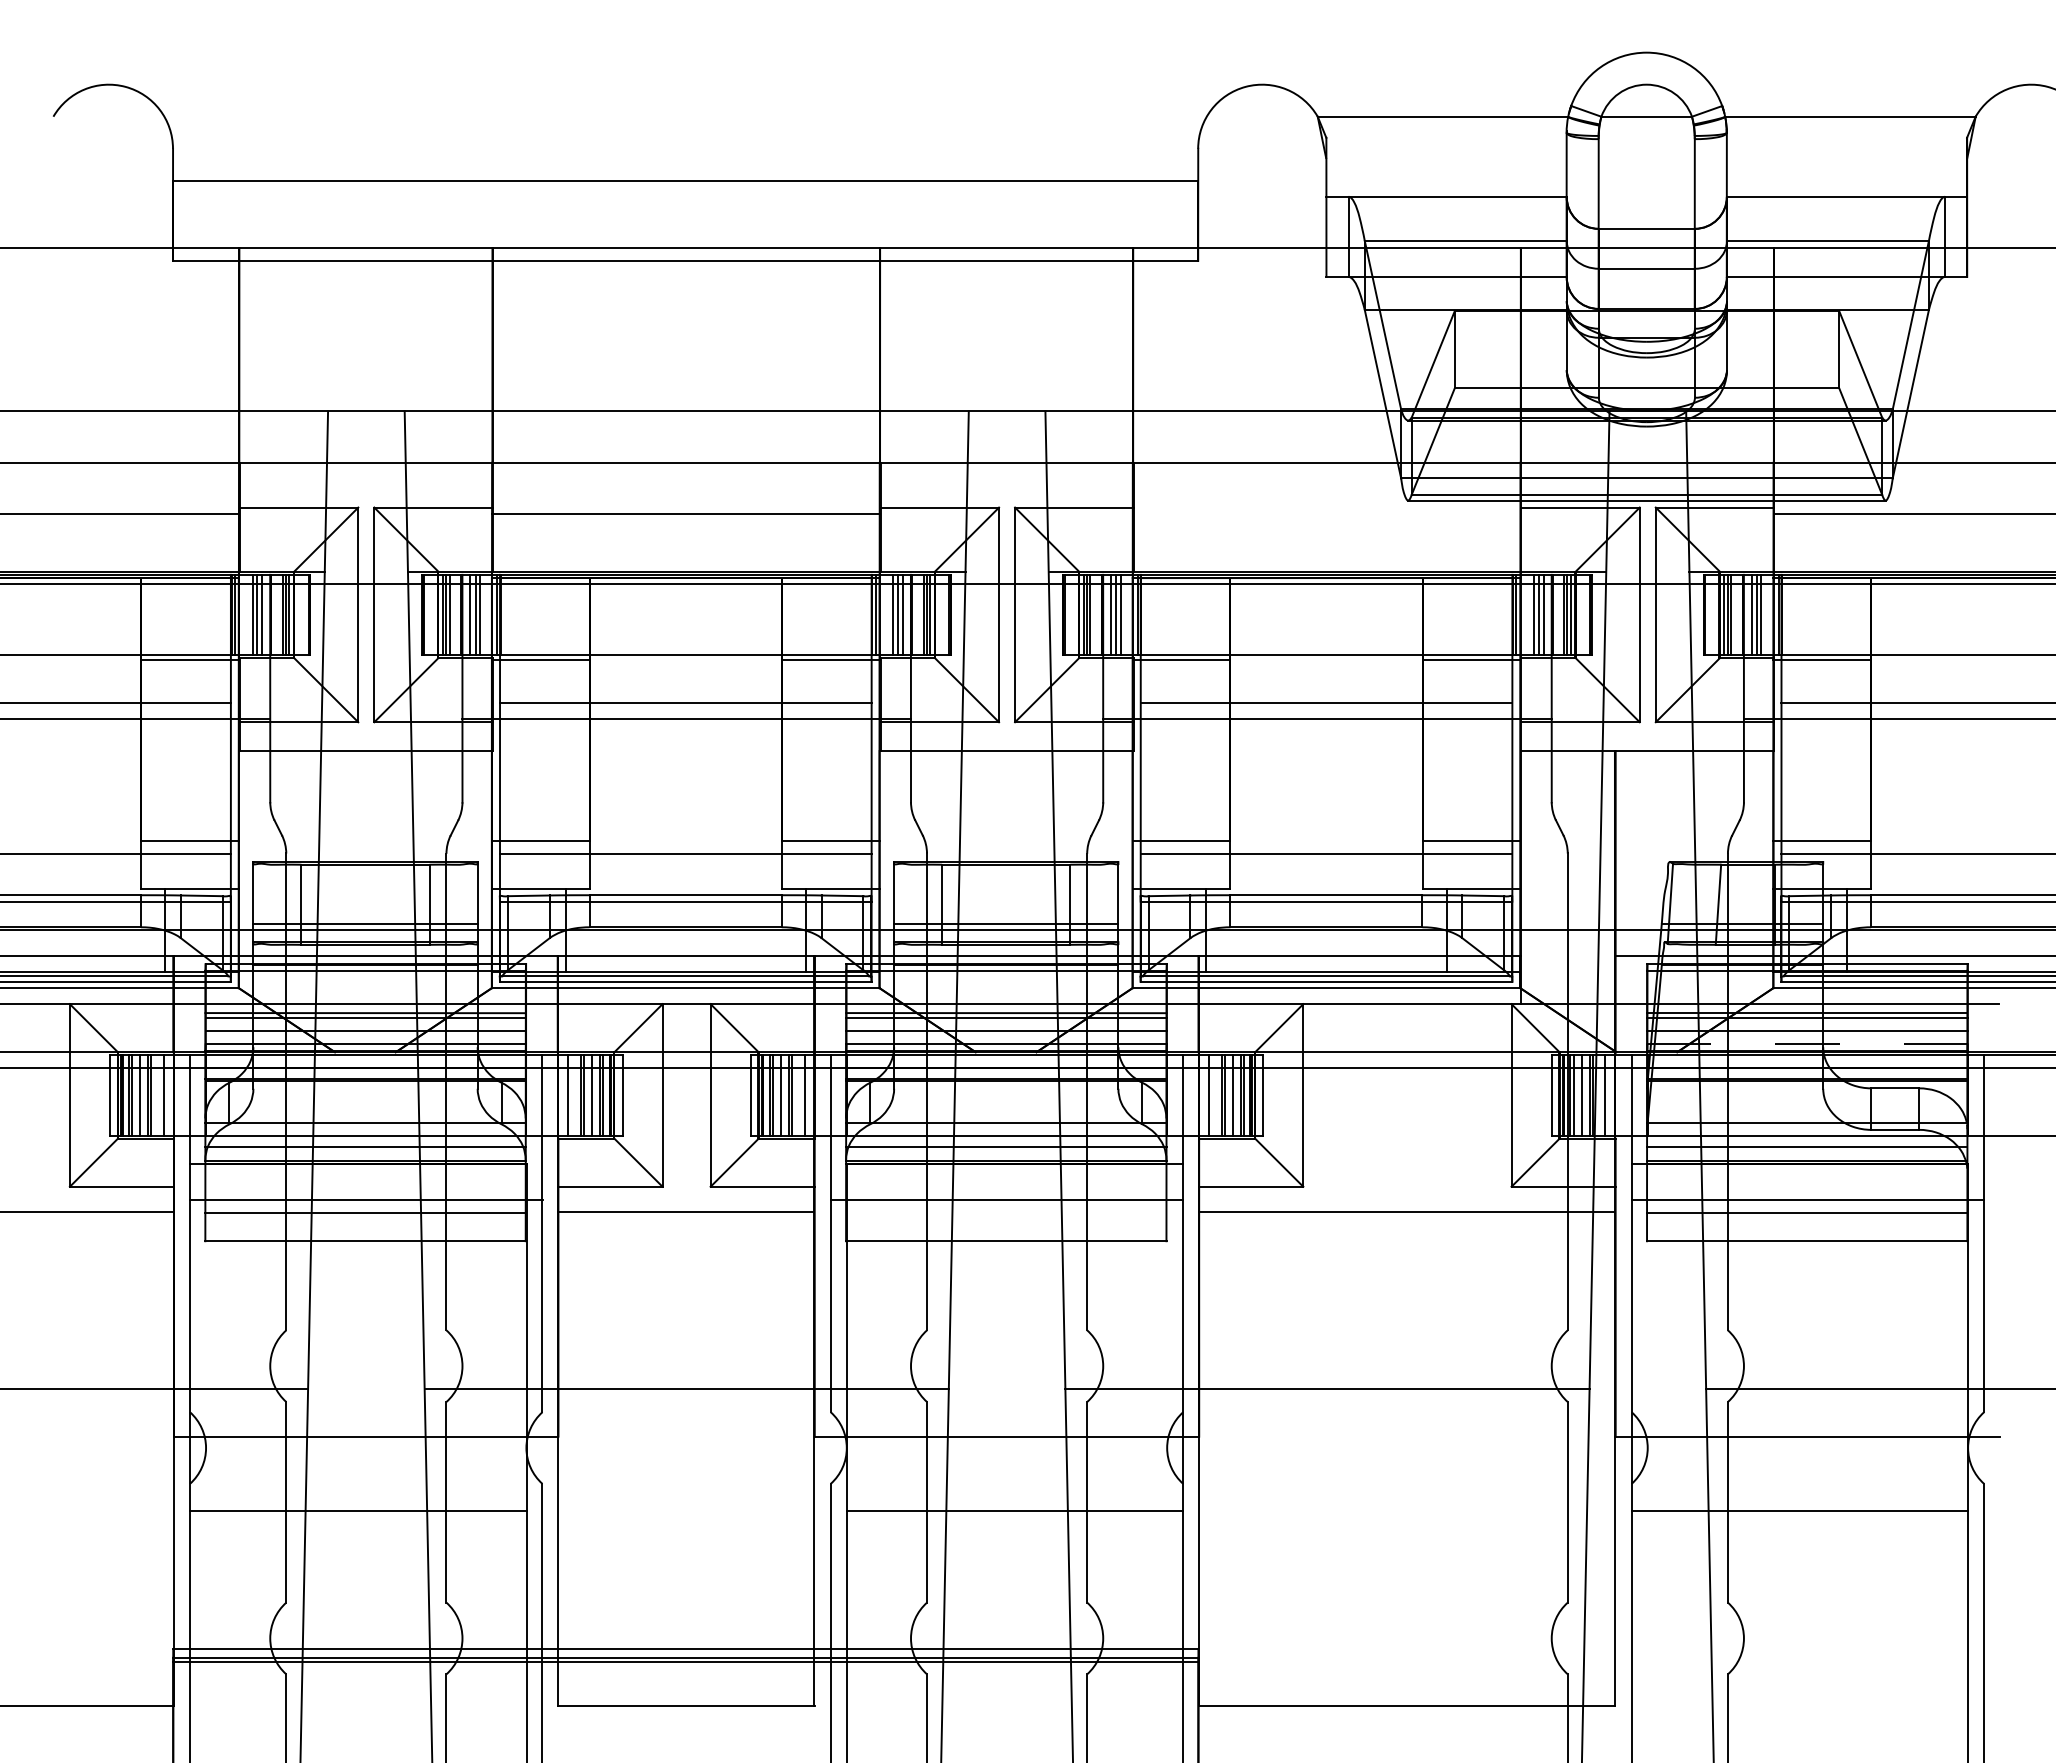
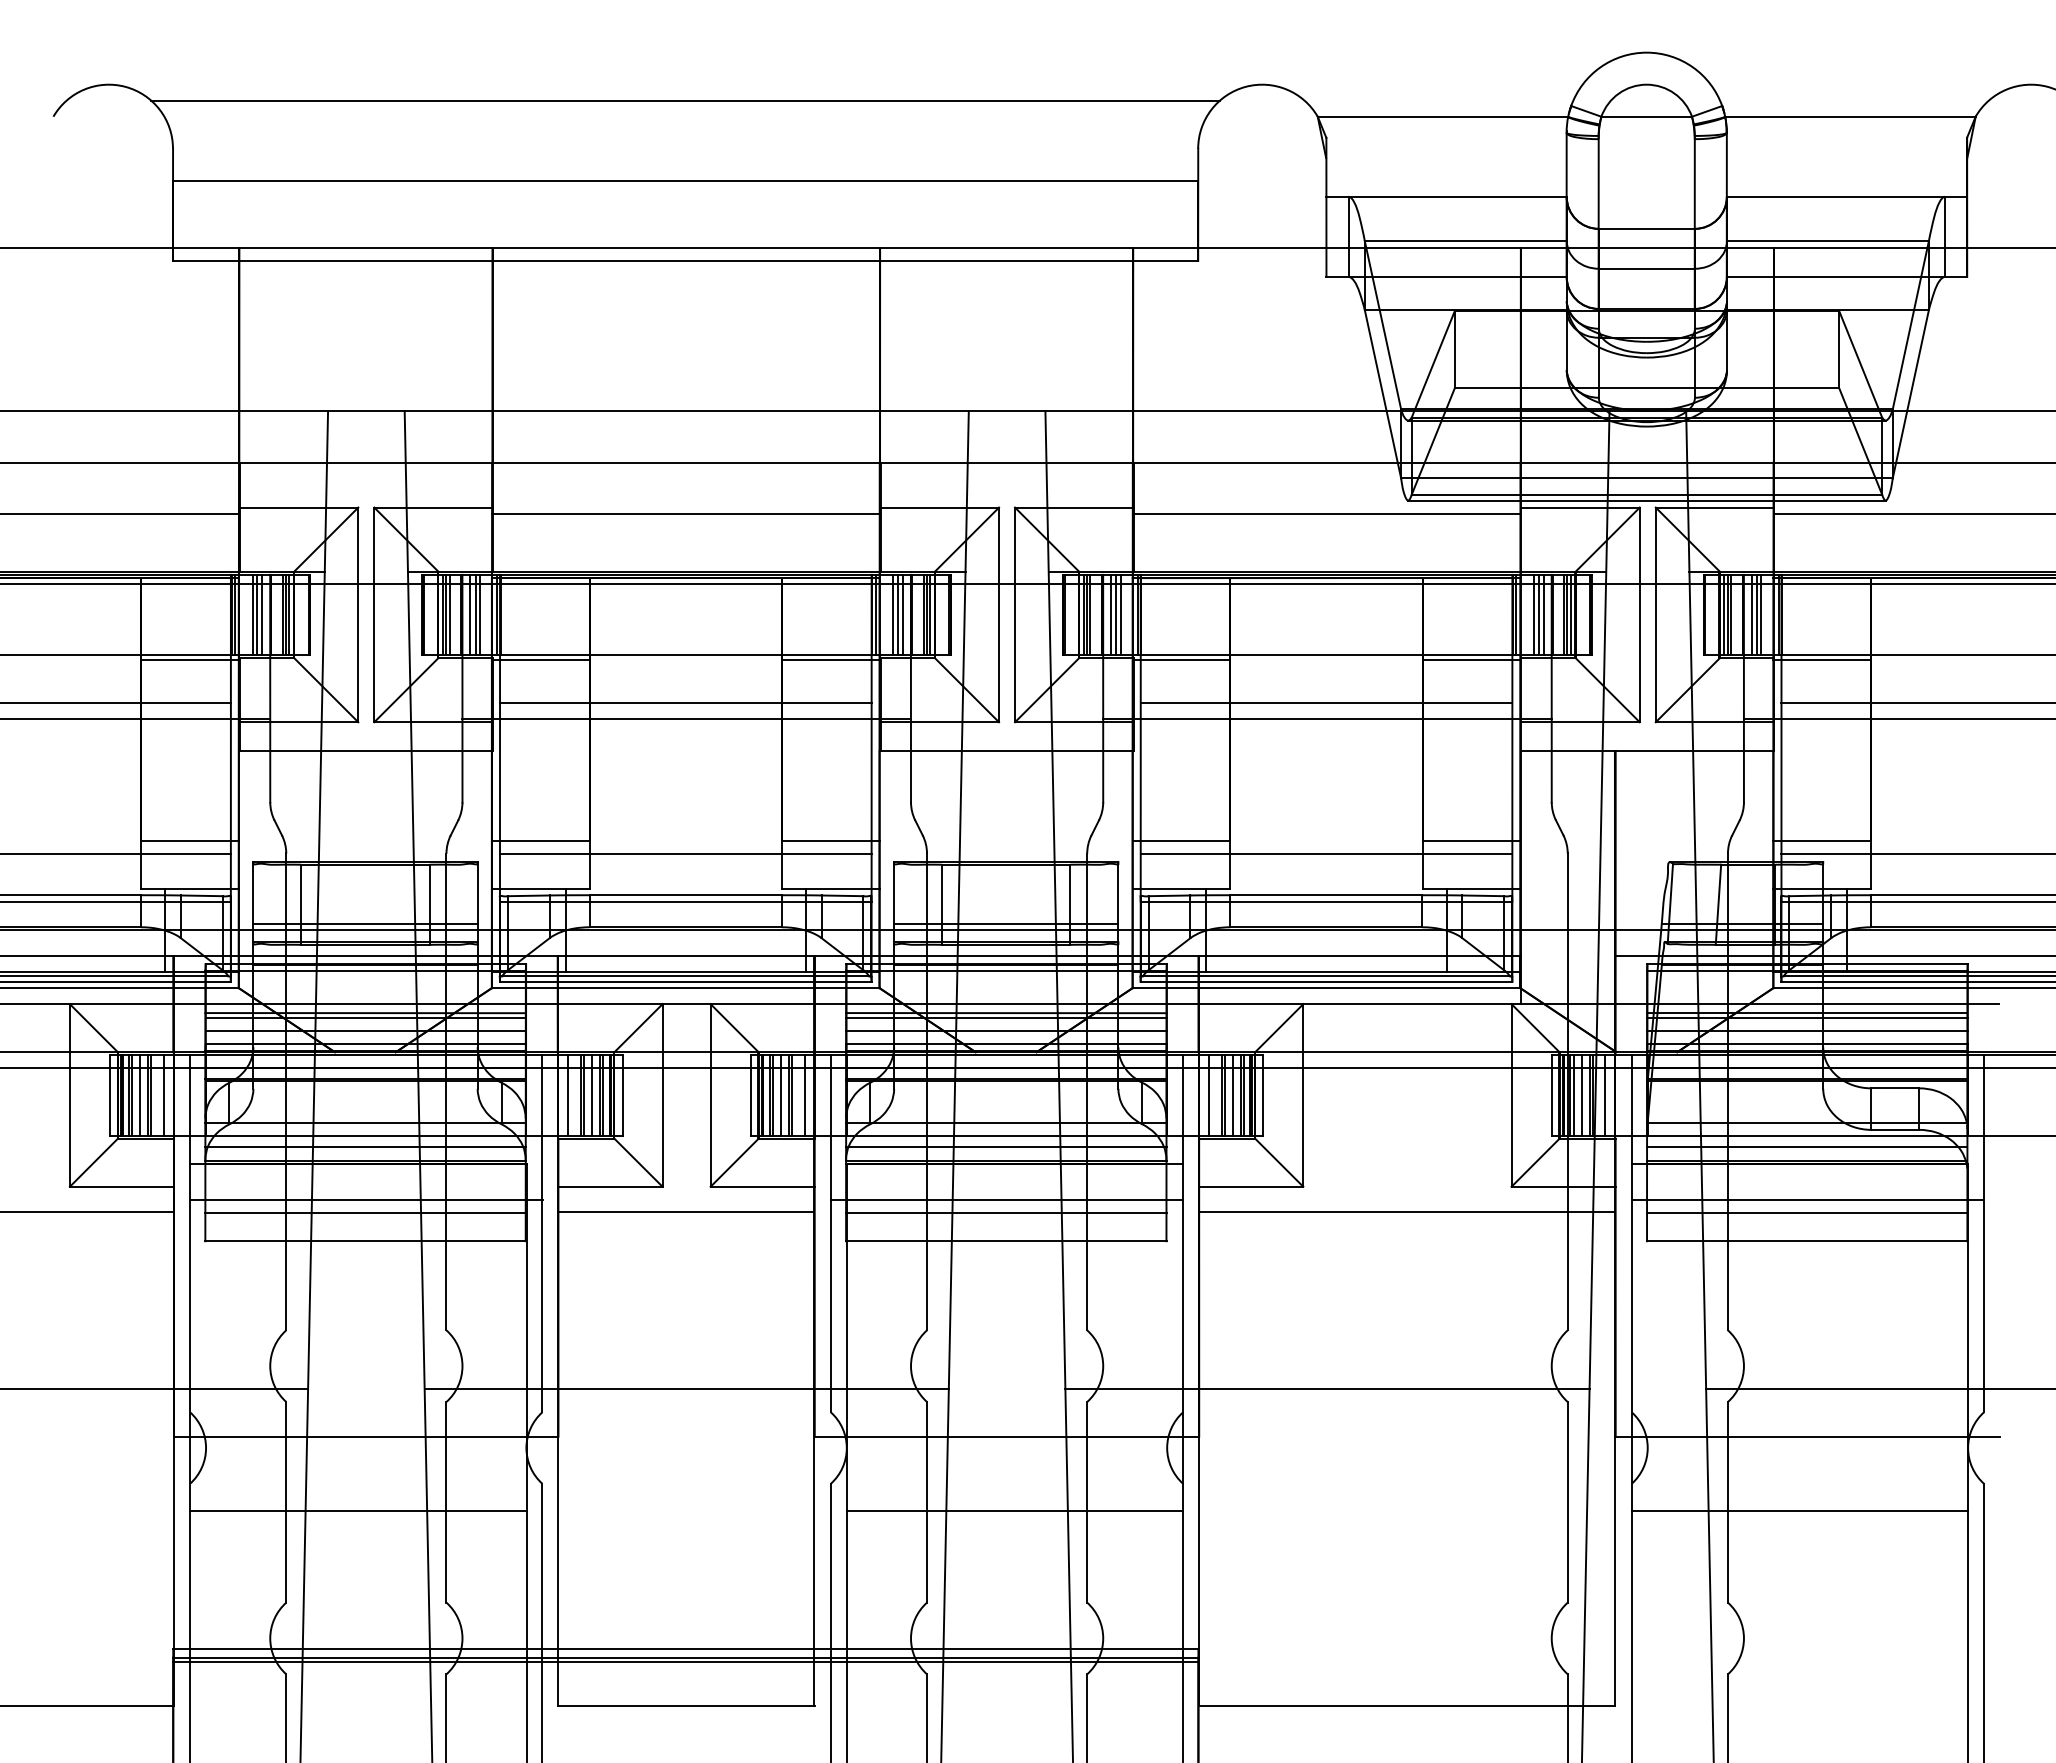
line at (685, 100): none -> present
line at (1326, 513): none -> present
line at (1808, 1044): dashed -> solid
line at (1006, 1212): none -> present
